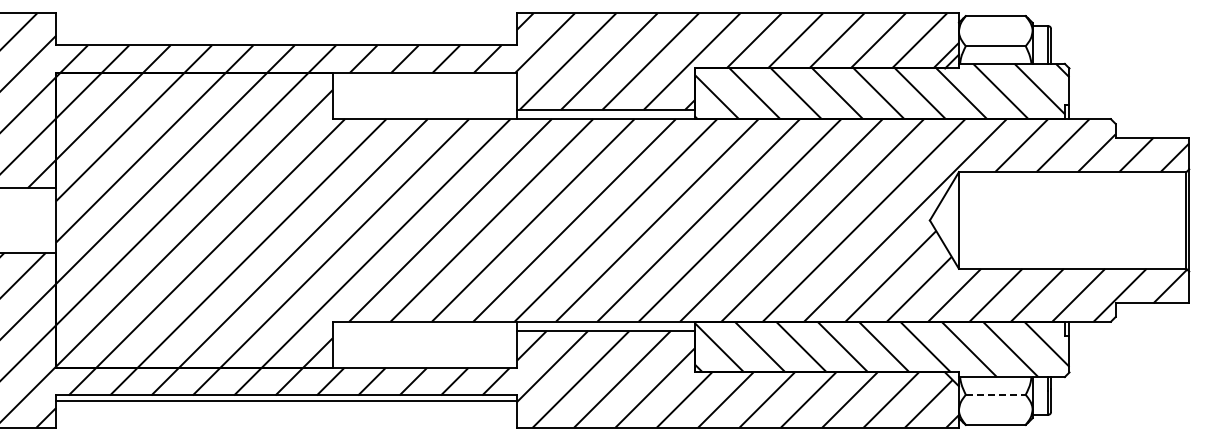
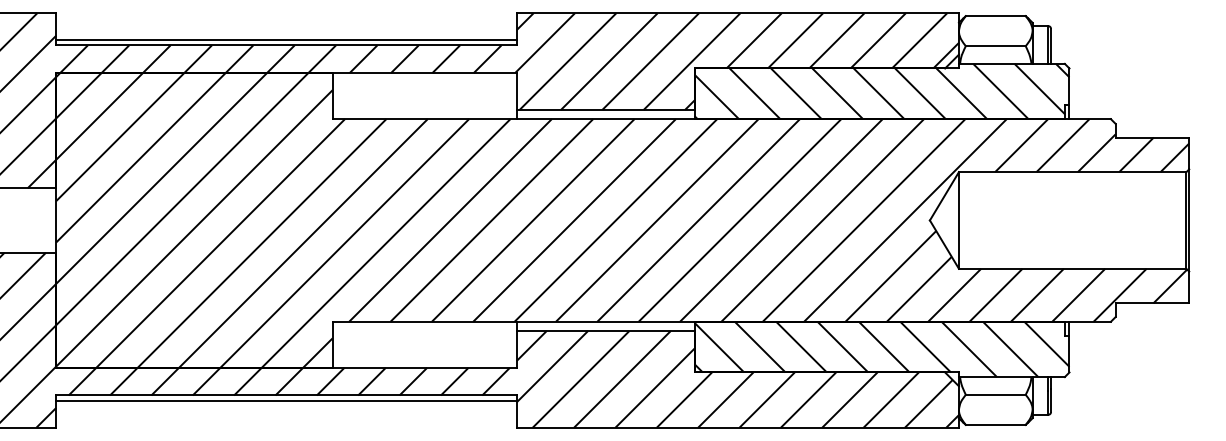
line at (286, 39): none -> present
line at (995, 394): dashed -> solid
